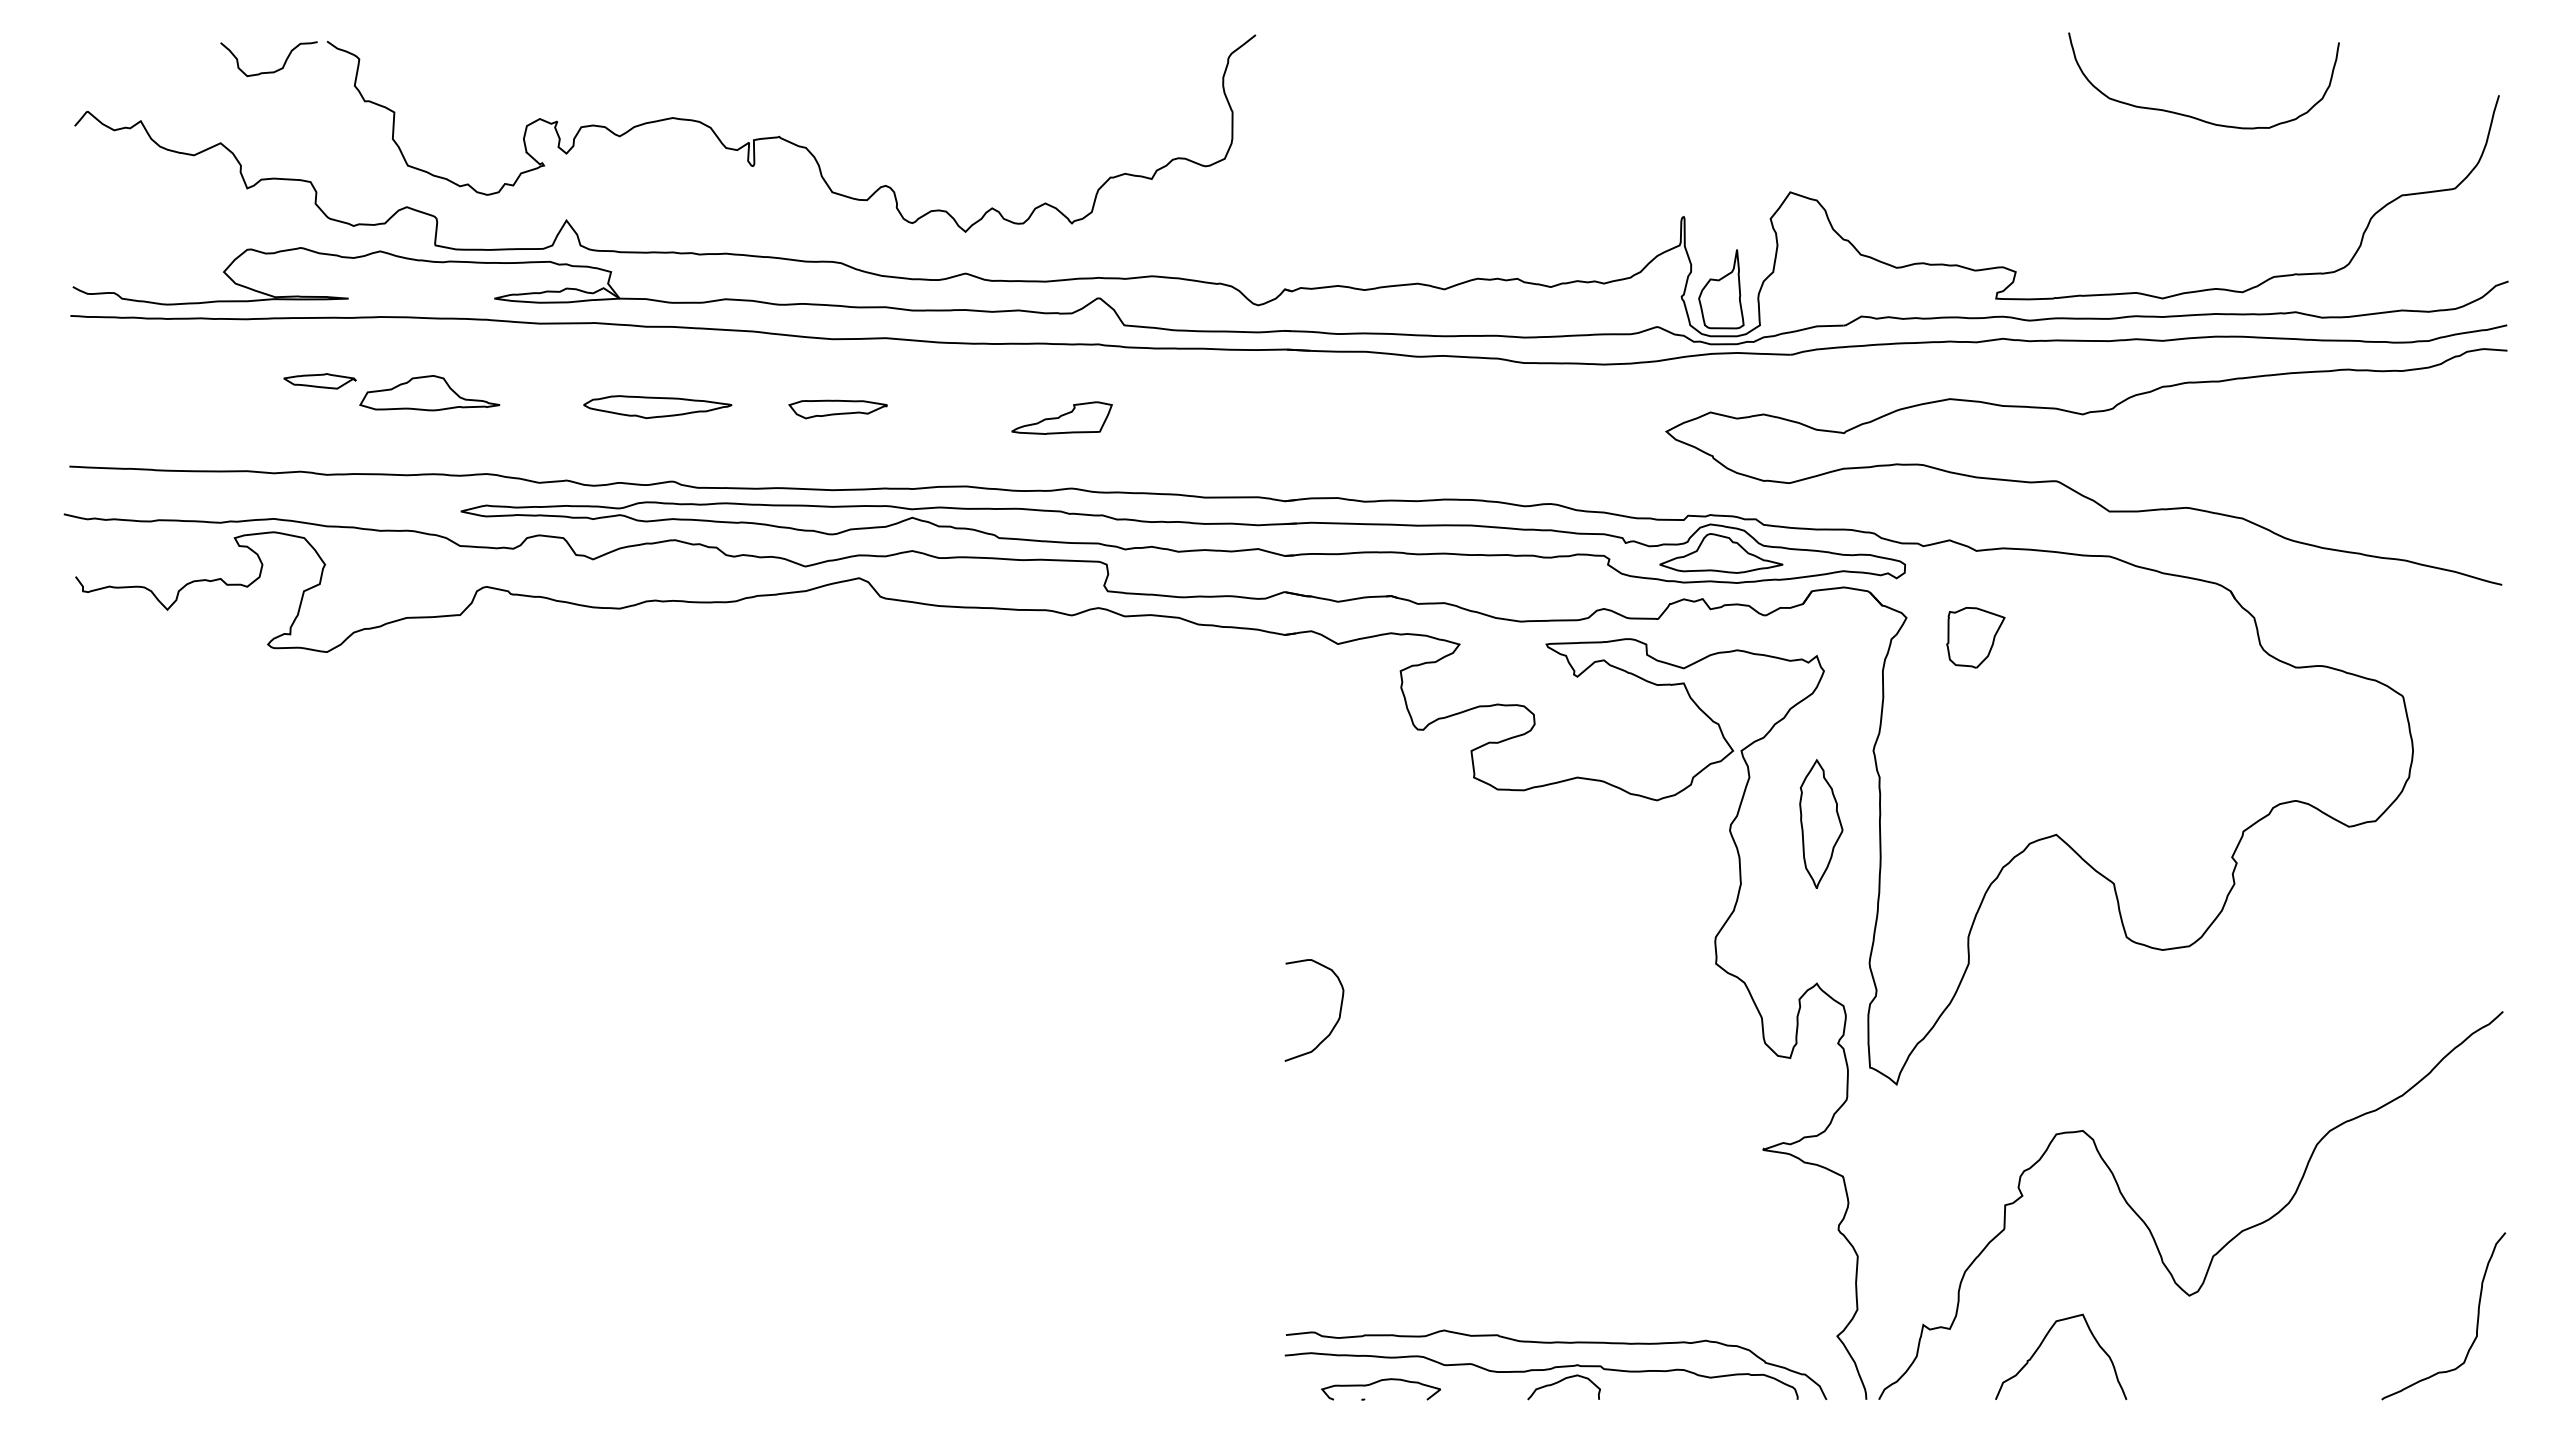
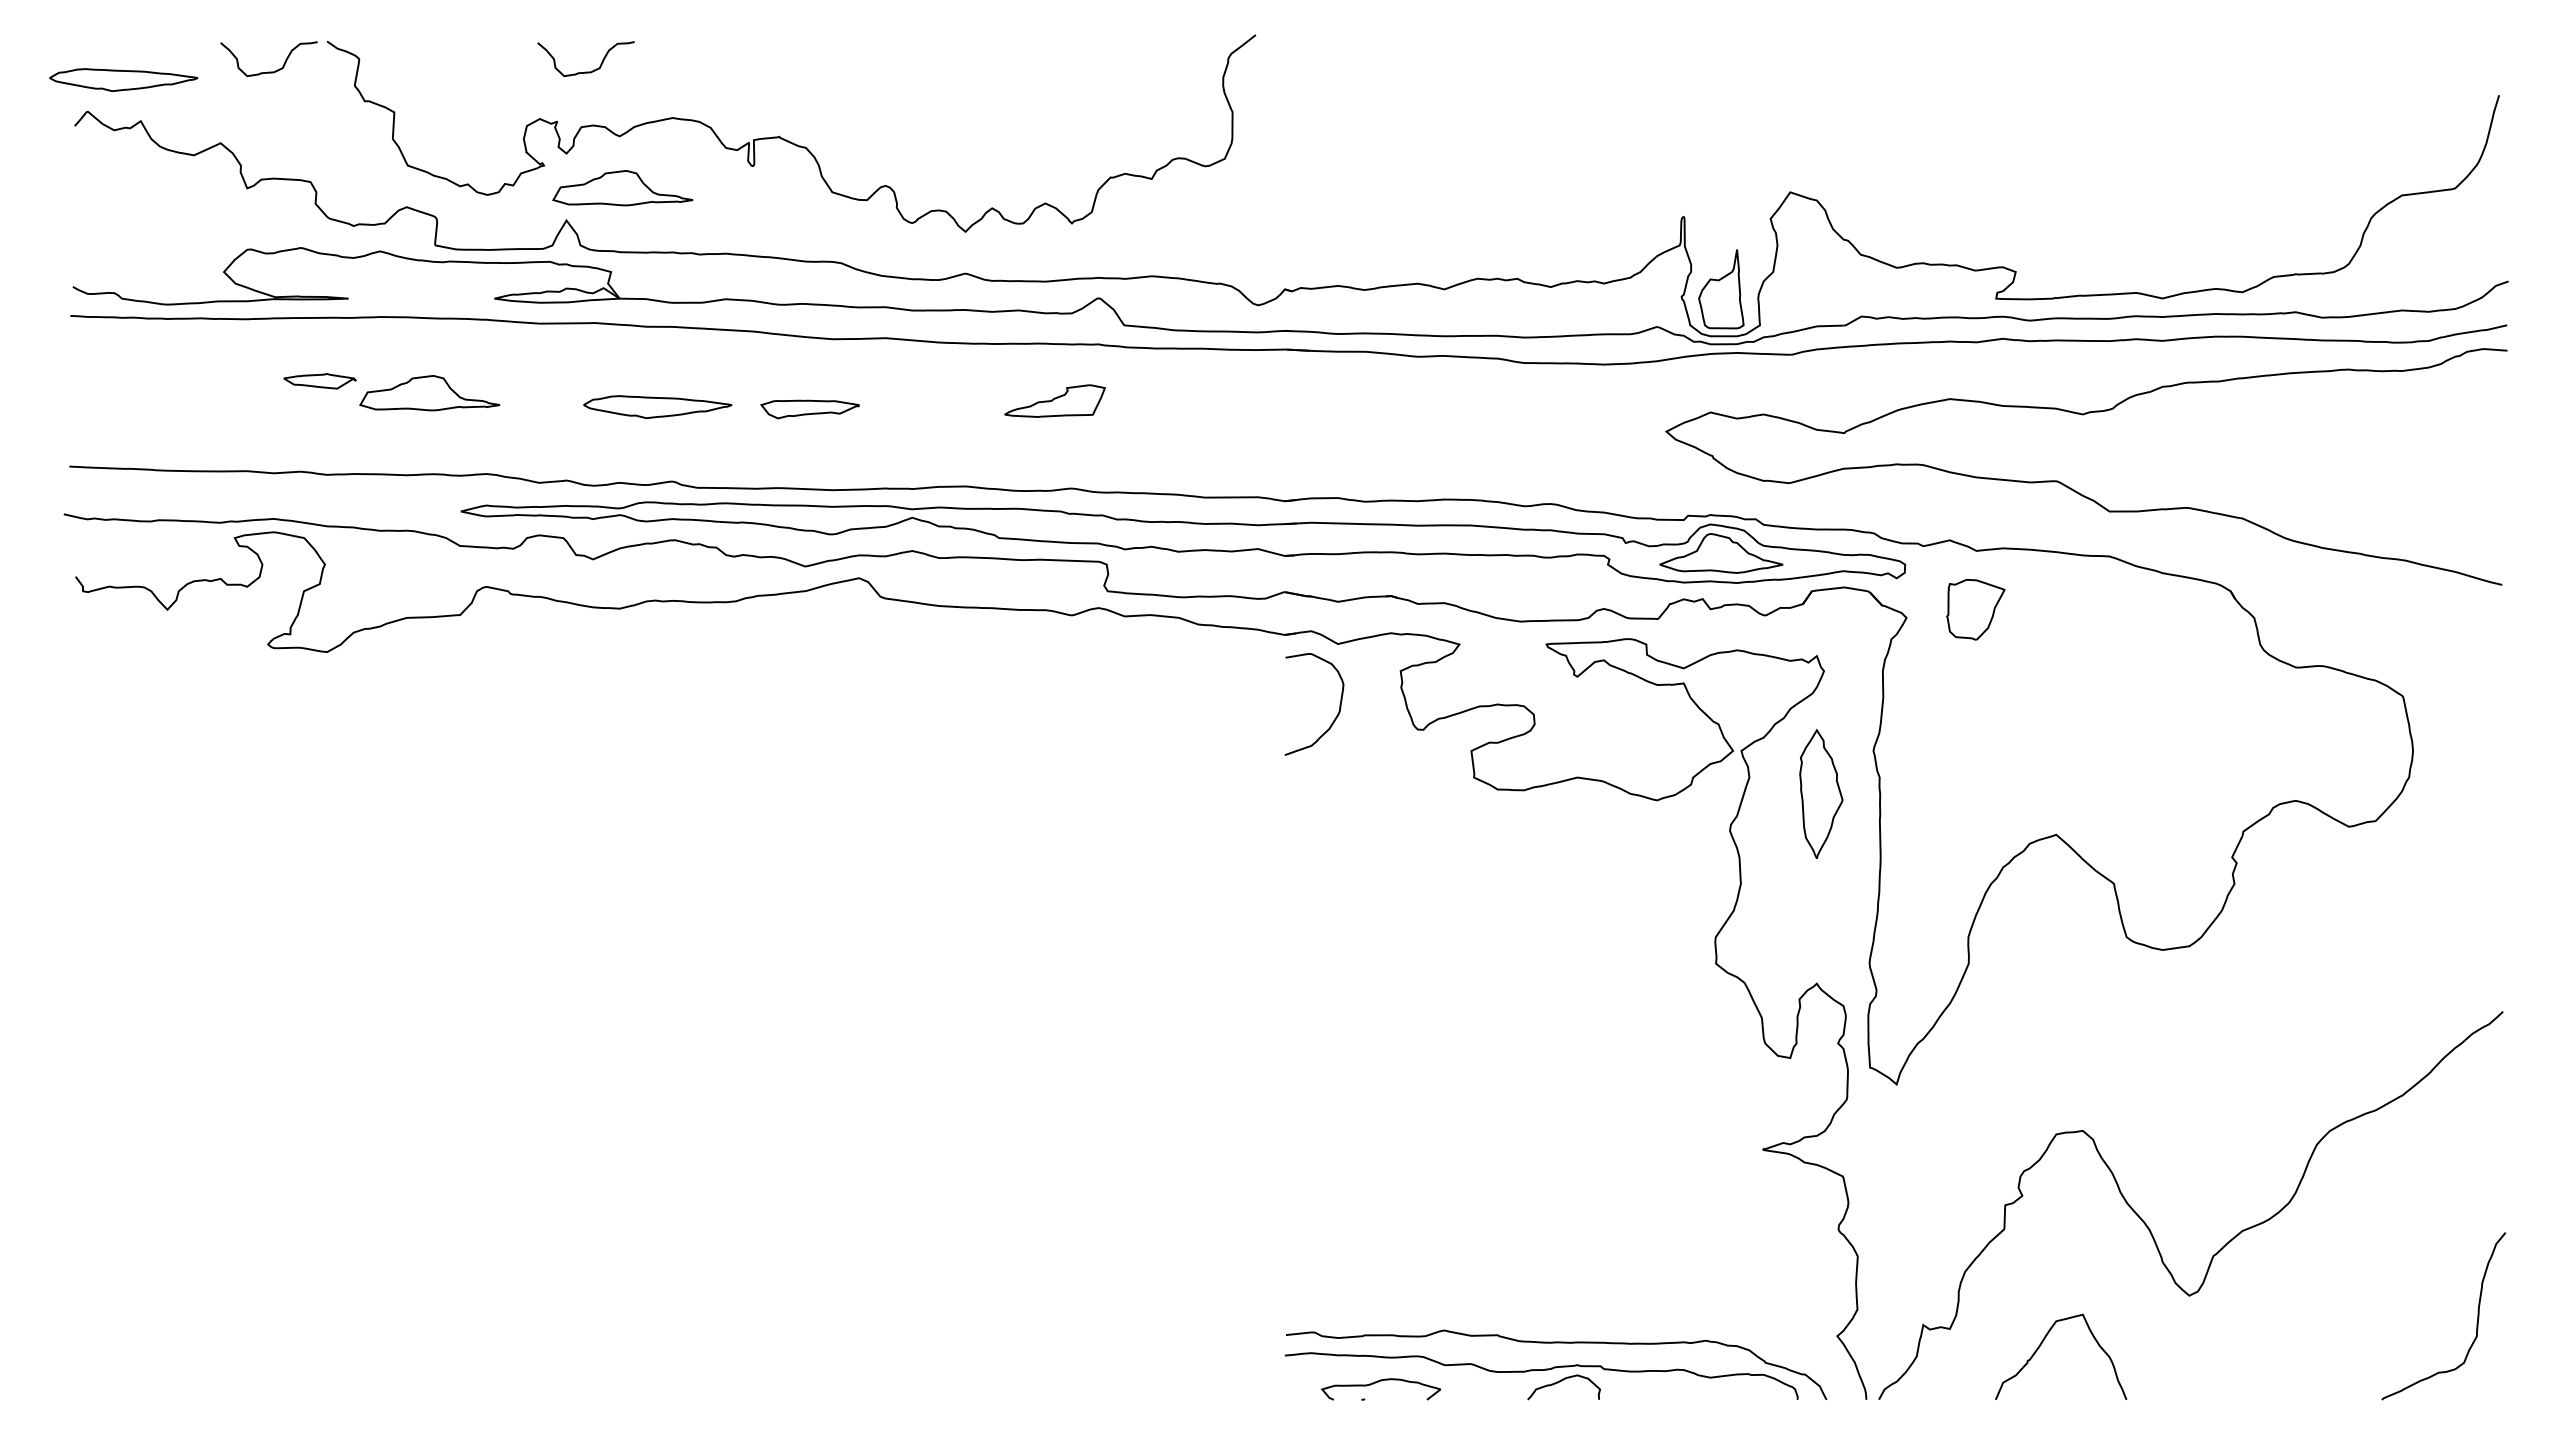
curve at (585, 71): none -> present
part at (123, 80): none -> present
curve at (2190, 115): present -> none
part at (622, 188): none -> present
part at (837, 409) position: (837, 409) -> (809, 409)
part at (1061, 417) position: (1061, 417) -> (1054, 400)
part at (1975, 637) position: (1975, 637) -> (1975, 609)
part at (1821, 823) position: (1821, 823) -> (1821, 793)
curve at (1334, 1024) position: (1334, 1024) -> (1334, 718)
